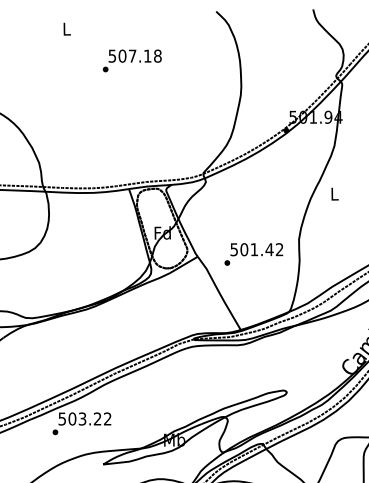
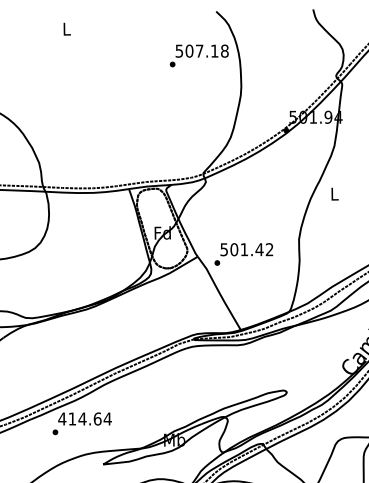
text at (131, 60) position: (131, 60) -> (198, 55)
text at (253, 254) position: (253, 254) -> (243, 254)
text at (84, 418): 503.22 -> 414.64
